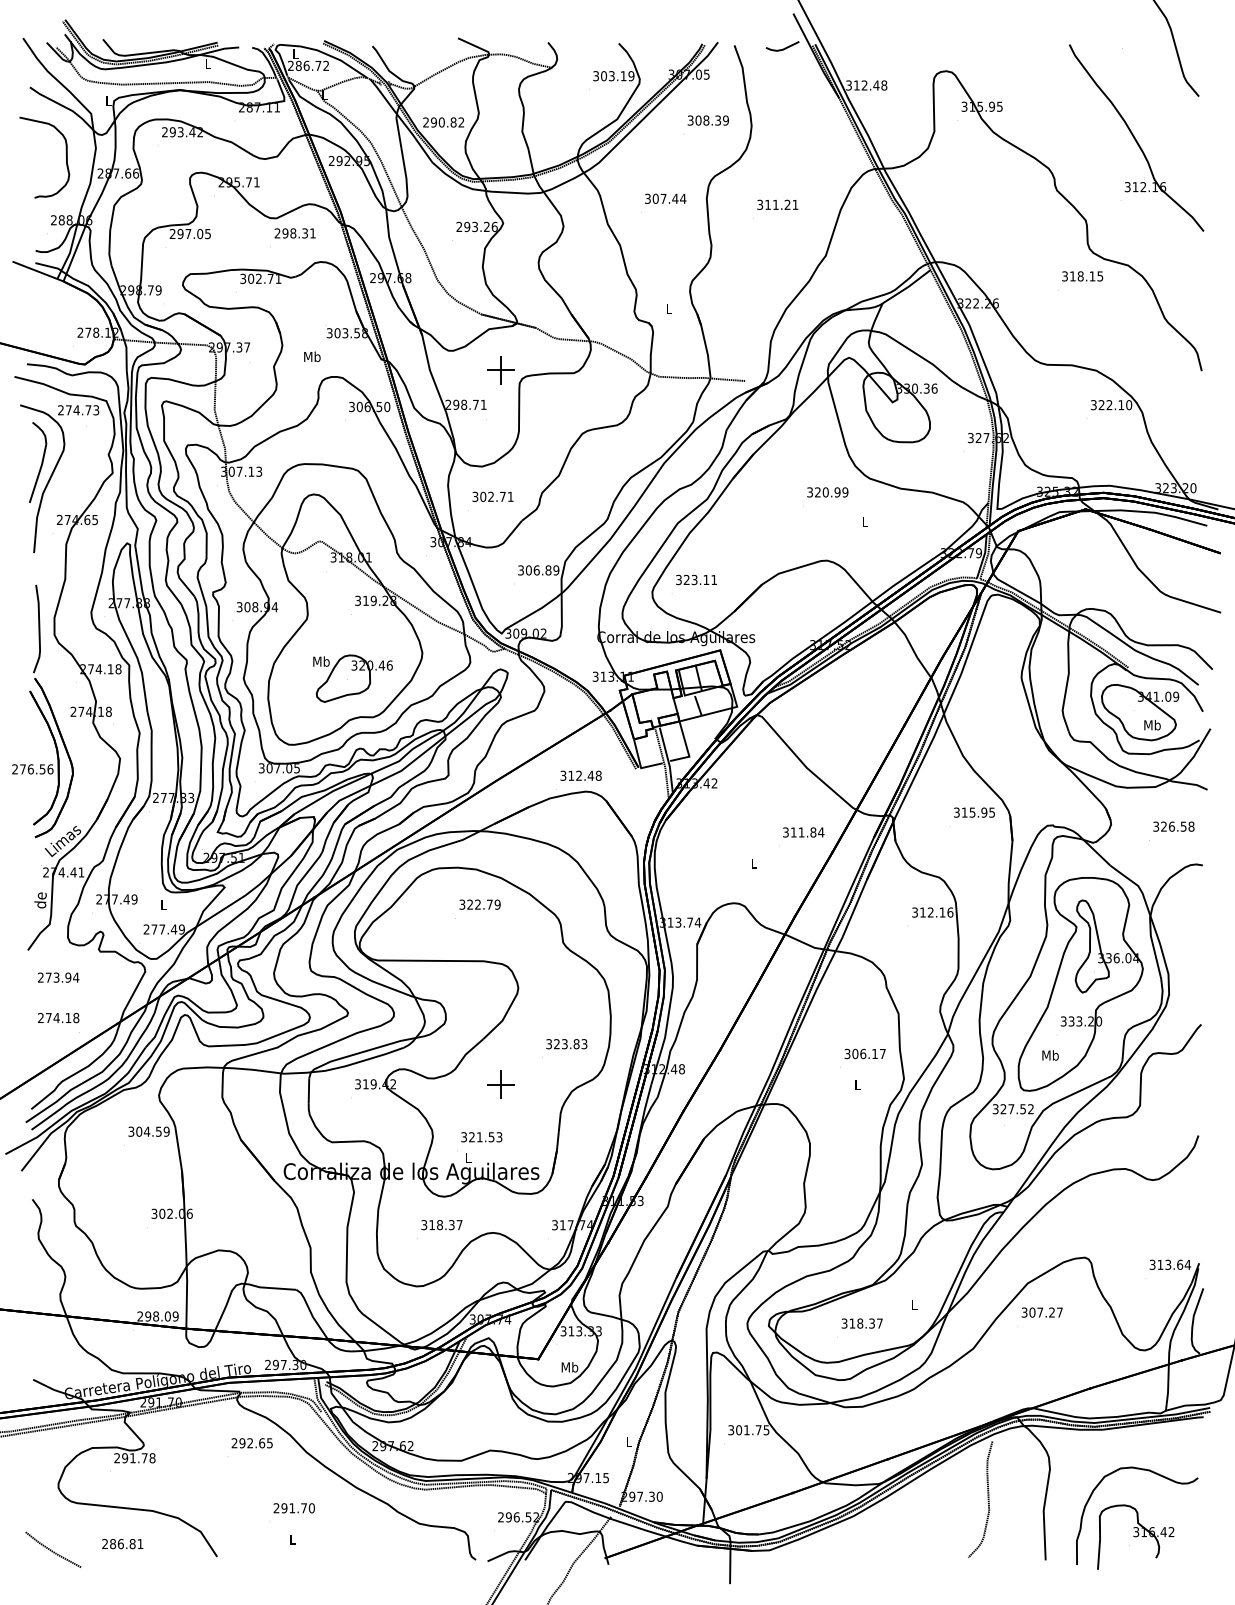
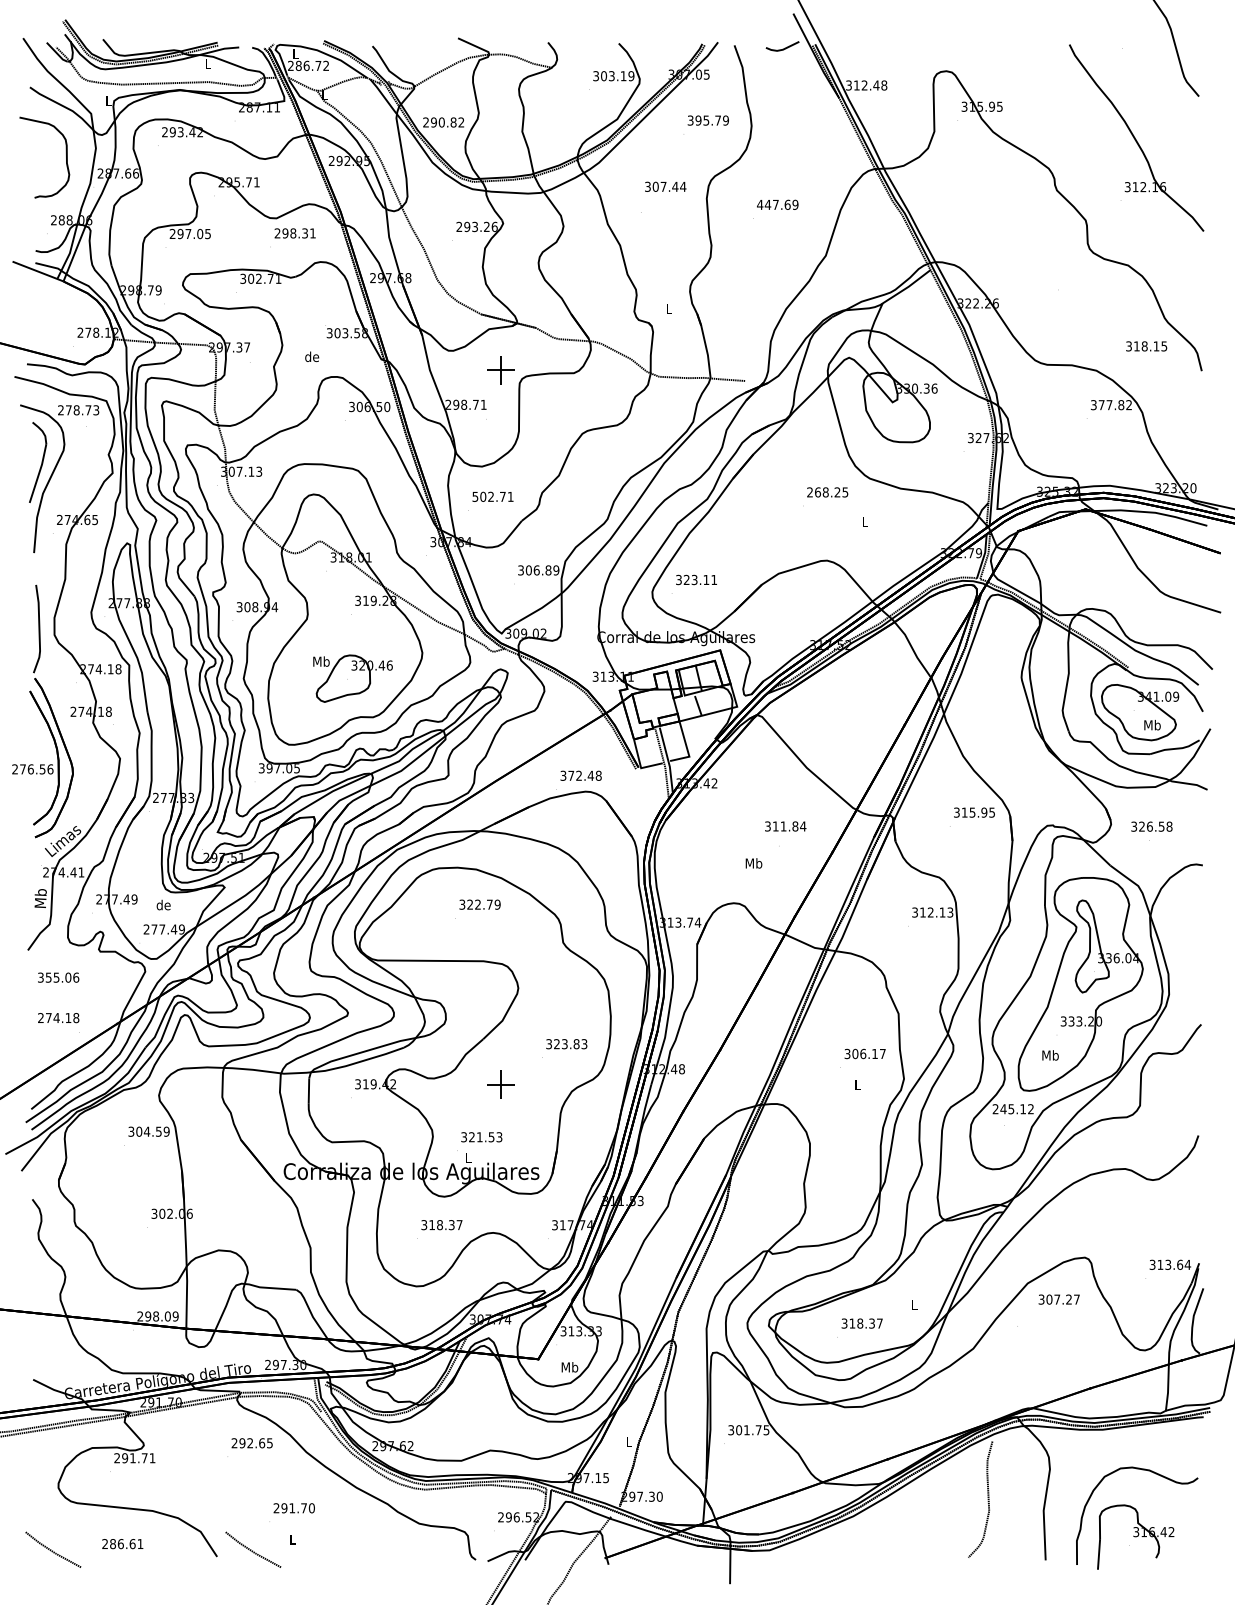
text at (707, 120): 308.39 -> 395.79
text at (665, 198) position: (665, 198) -> (665, 186)
text at (777, 204): 311.21 -> 447.69
text at (1082, 276) position: (1082, 276) -> (1146, 346)
text at (312, 356): Mb -> de
text at (1115, 405): 322.10 -> 377.82
text at (76, 410): 274.73 -> 278.73
text at (827, 492): 320.99 -> 268.25
text at (475, 495): 302.71 -> 502.71
text at (269, 768): 307.05 -> 397.05
text at (571, 775): 312.48 -> 372.48
text at (1173, 826) position: (1173, 826) -> (1151, 826)
text at (803, 832) position: (803, 832) -> (785, 826)
text at (753, 863): L -> Mb
text at (40, 898): de -> Mb
text at (163, 904): L -> de
text at (950, 912): 312.16 -> 312.13
text at (58, 977): 273.94 -> 355.06
text at (1008, 1109): 327.52 -> 245.12
text at (1041, 1312) position: (1041, 1312) -> (1058, 1299)
text at (152, 1458): 291.78 -> 291.71
text at (132, 1543): 286.81 -> 286.61
line at (252, 1550): none -> present
